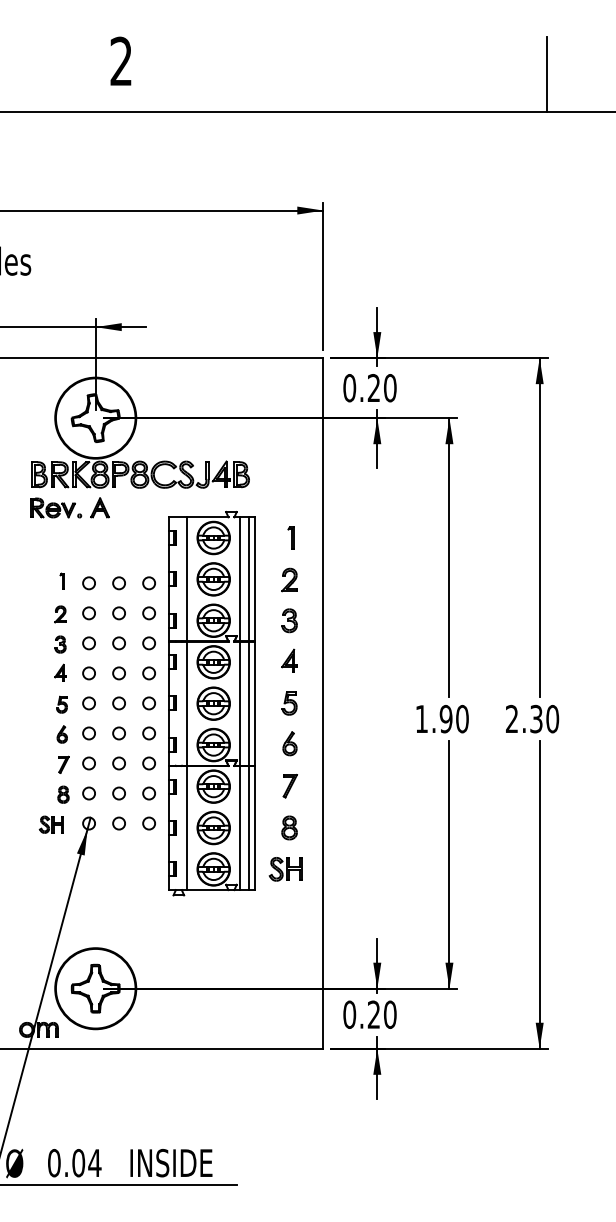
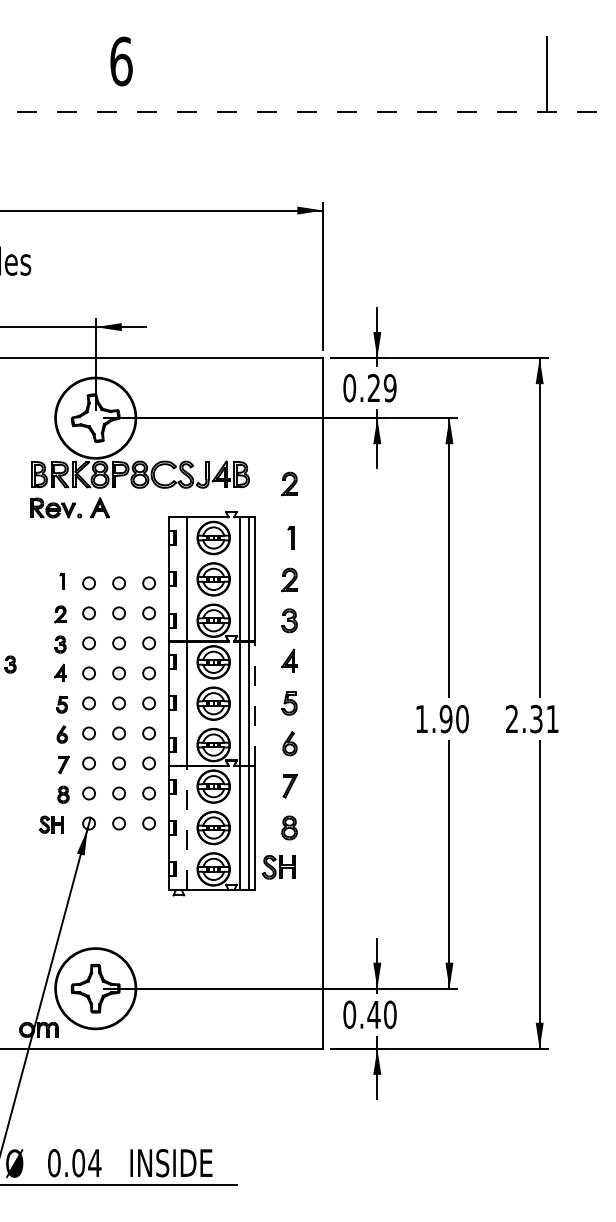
text at (121, 61): 2 -> 6
line at (308, 112): solid -> dashed
text at (389, 388): 0.20 -> 0.29
part at (289, 483): none -> present
part at (10, 664): none -> present
line at (255, 703): solid -> dashed
text at (552, 718): 2.30 -> 2.31
line at (187, 827): solid -> dashed
part at (285, 869) position: (285, 869) -> (278, 867)
text at (373, 1014): 0.20 -> 0.40
